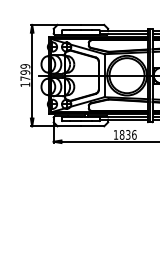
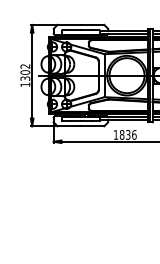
text at (25, 72): 1799 -> 1302
